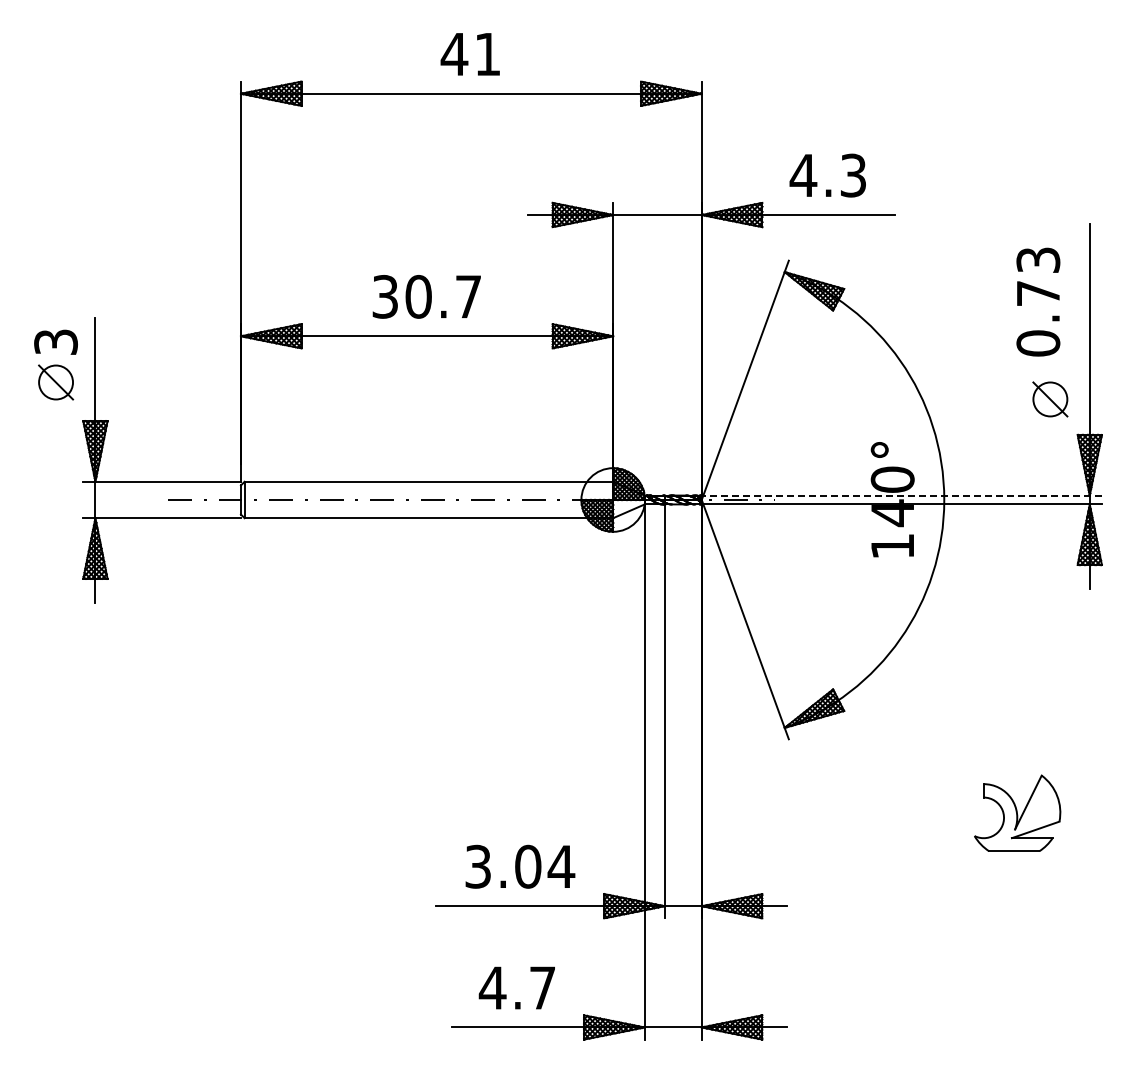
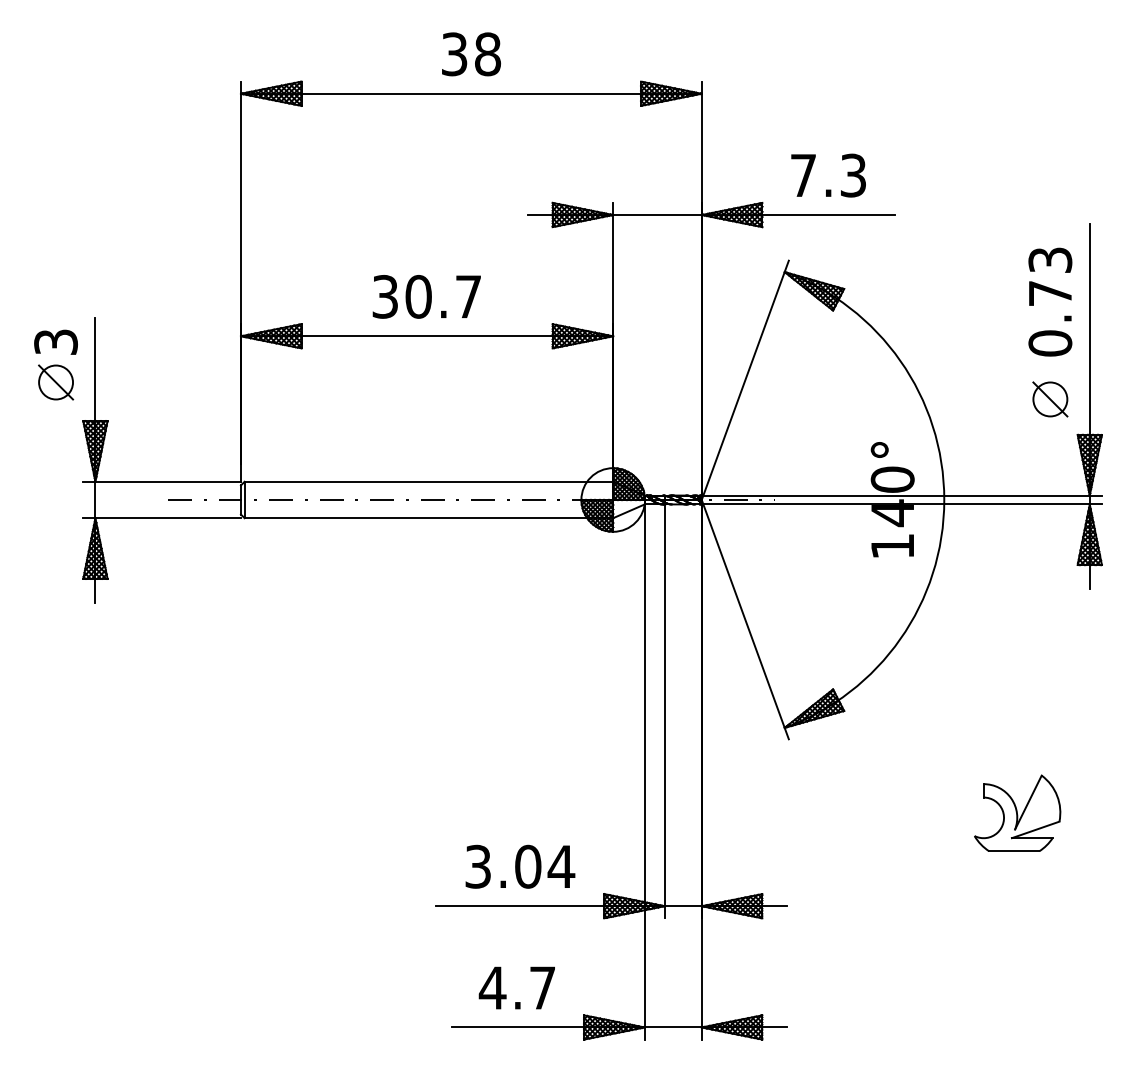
text at (470, 54): 41 -> 38
text at (803, 175): 4.3 -> 7.3
text at (1038, 301) position: (1038, 301) -> (1050, 301)
line at (901, 495): dashed -> solid
